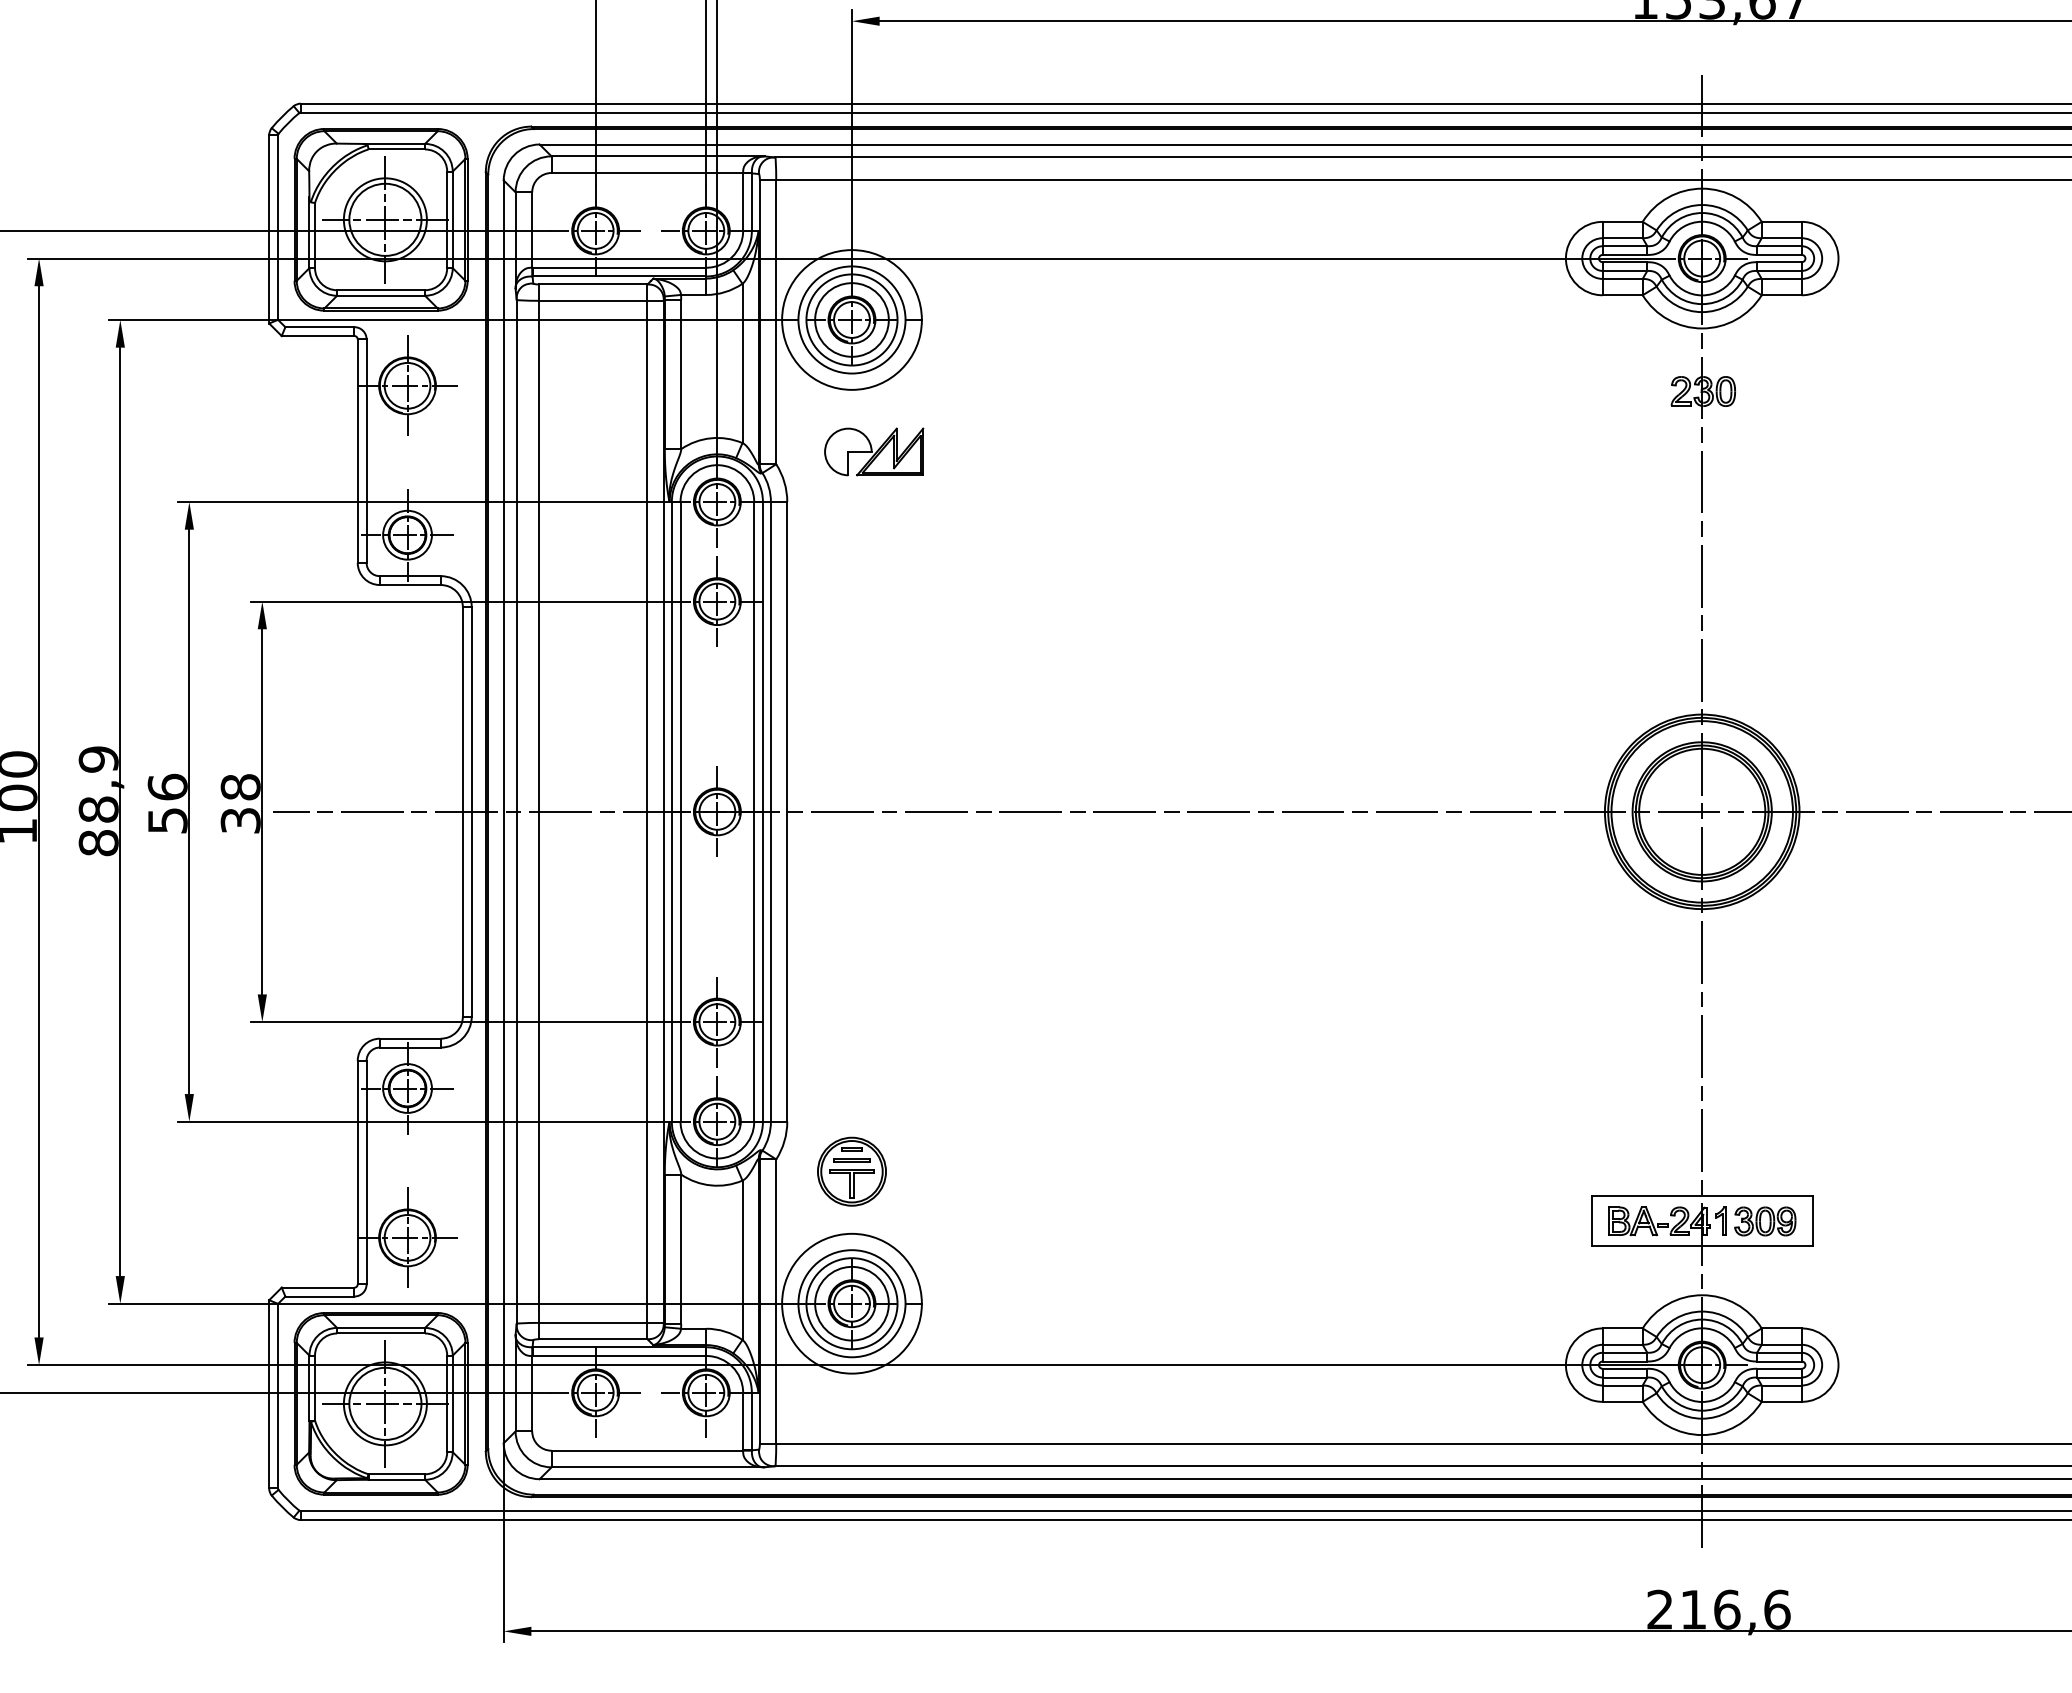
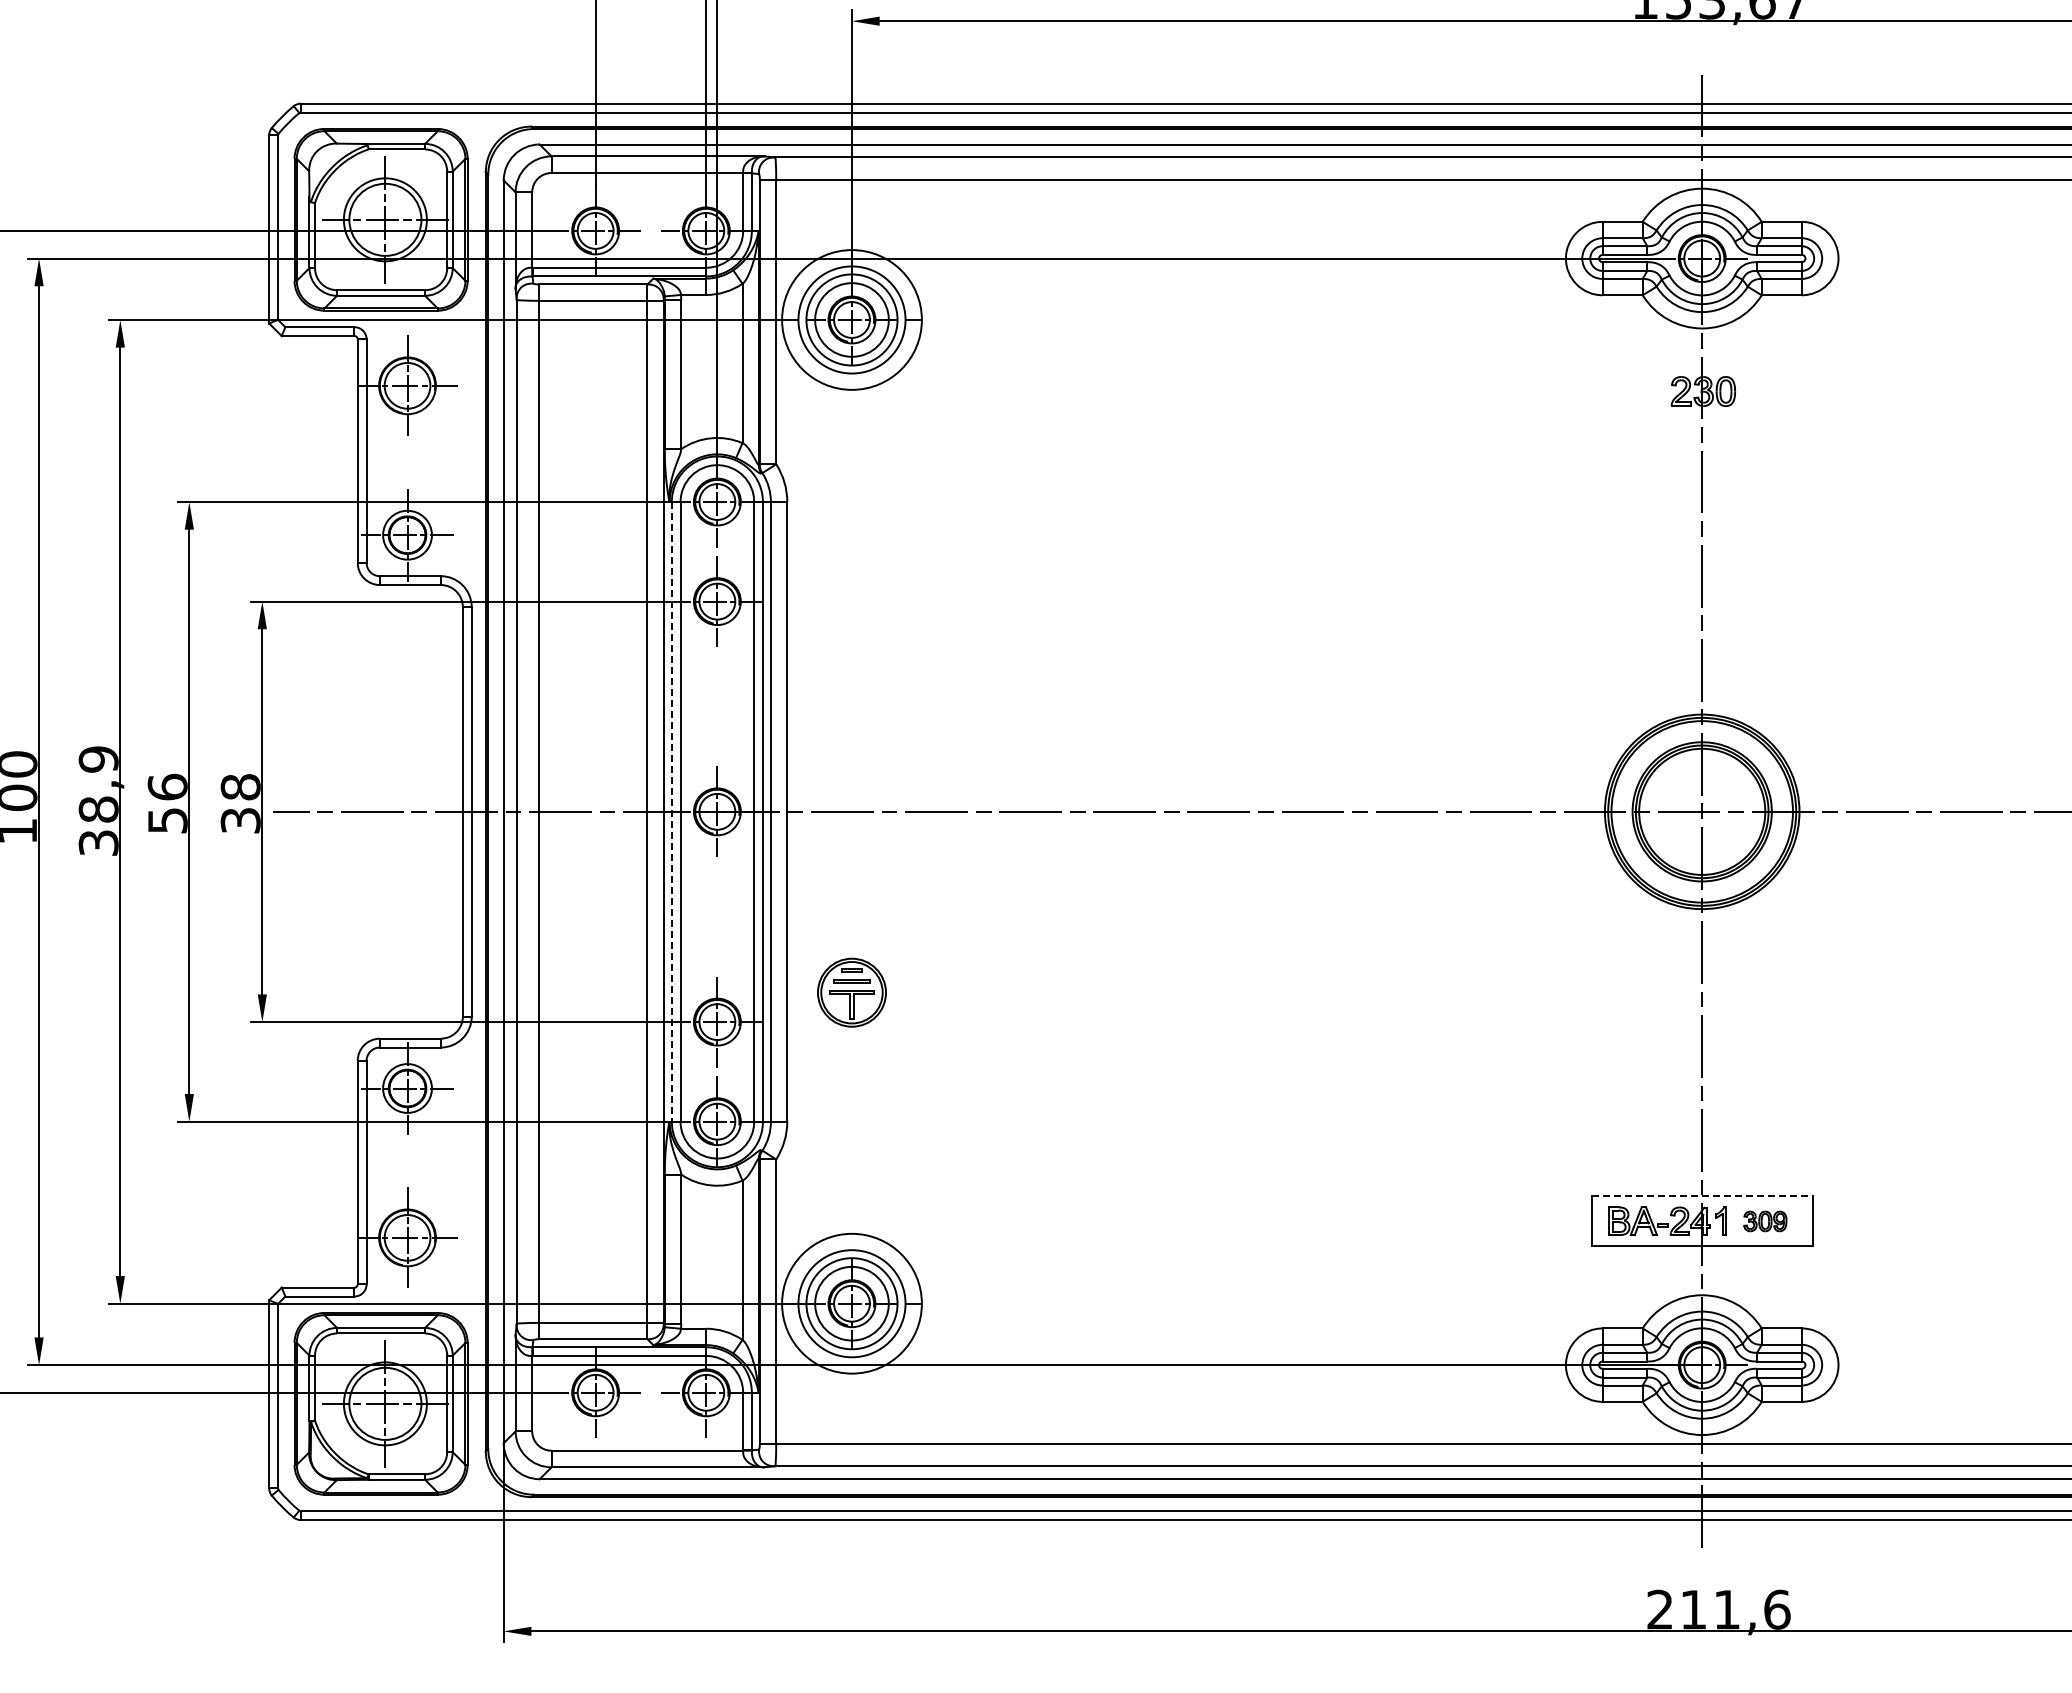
part at (874, 451): present -> none
line at (671, 811): solid -> dashed
text at (98, 843): 88,9 -> 38,9
part at (851, 1171) position: (851, 1171) -> (851, 992)
line at (1702, 1196): solid -> dashed
part at (1765, 1221) size: 63x31 px -> 45x23 px
text at (1727, 1609): 216,6 -> 211,6
